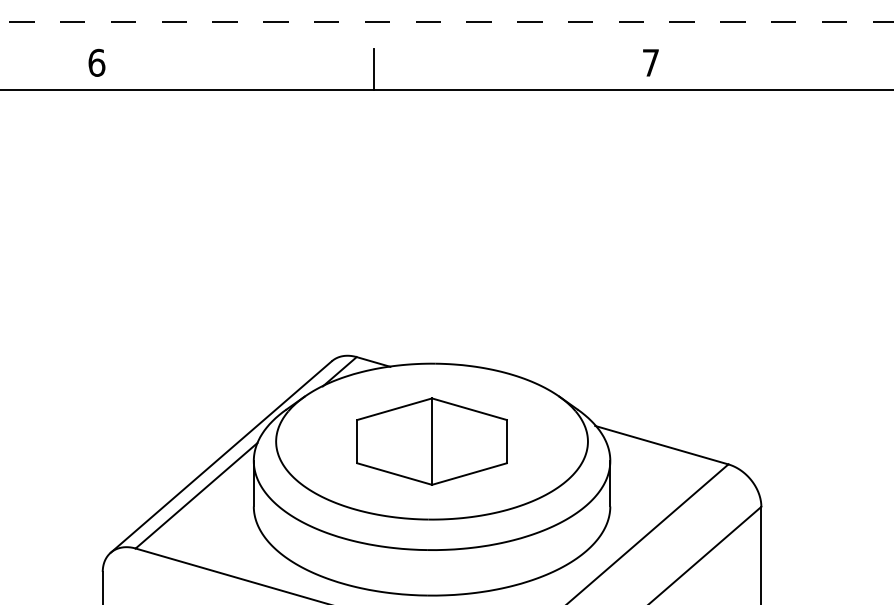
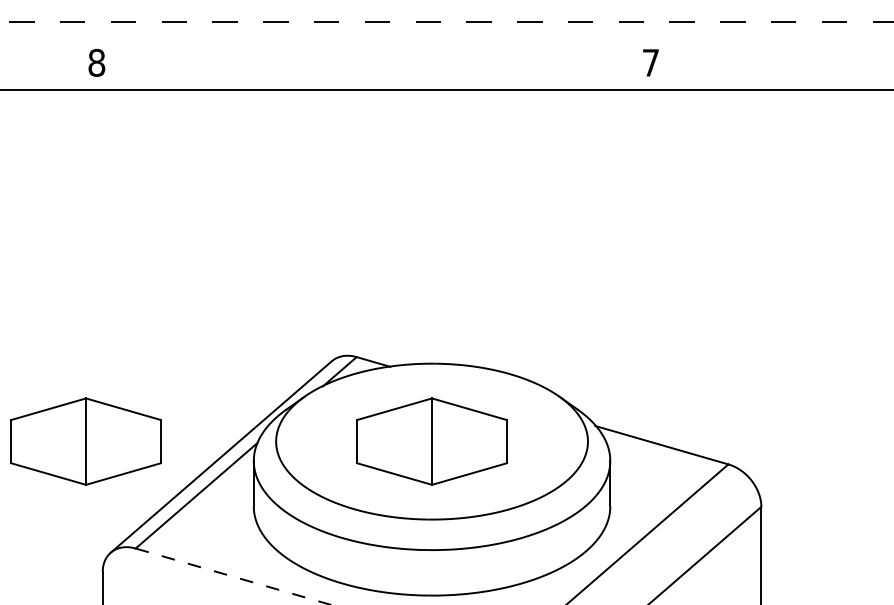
text at (96, 62): 6 -> 8
line at (373, 68): present -> none
part at (85, 441): none -> present
line at (233, 576): solid -> dashed
